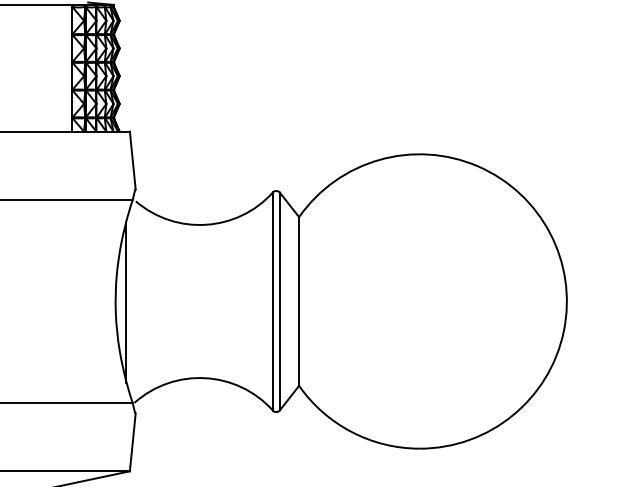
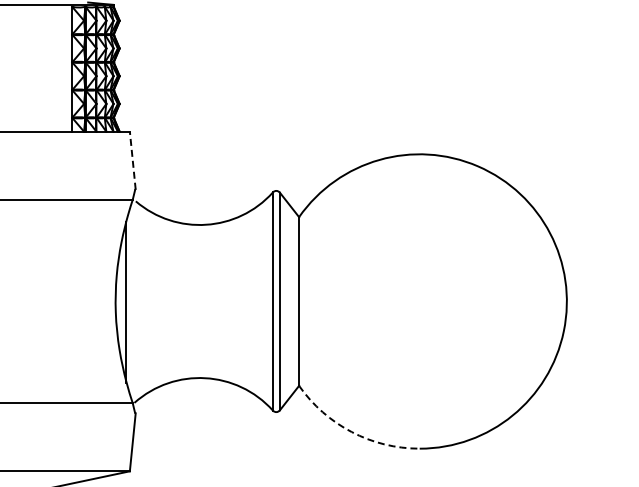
line at (132, 160): solid -> dashed
arc at (351, 432): solid -> dashed
